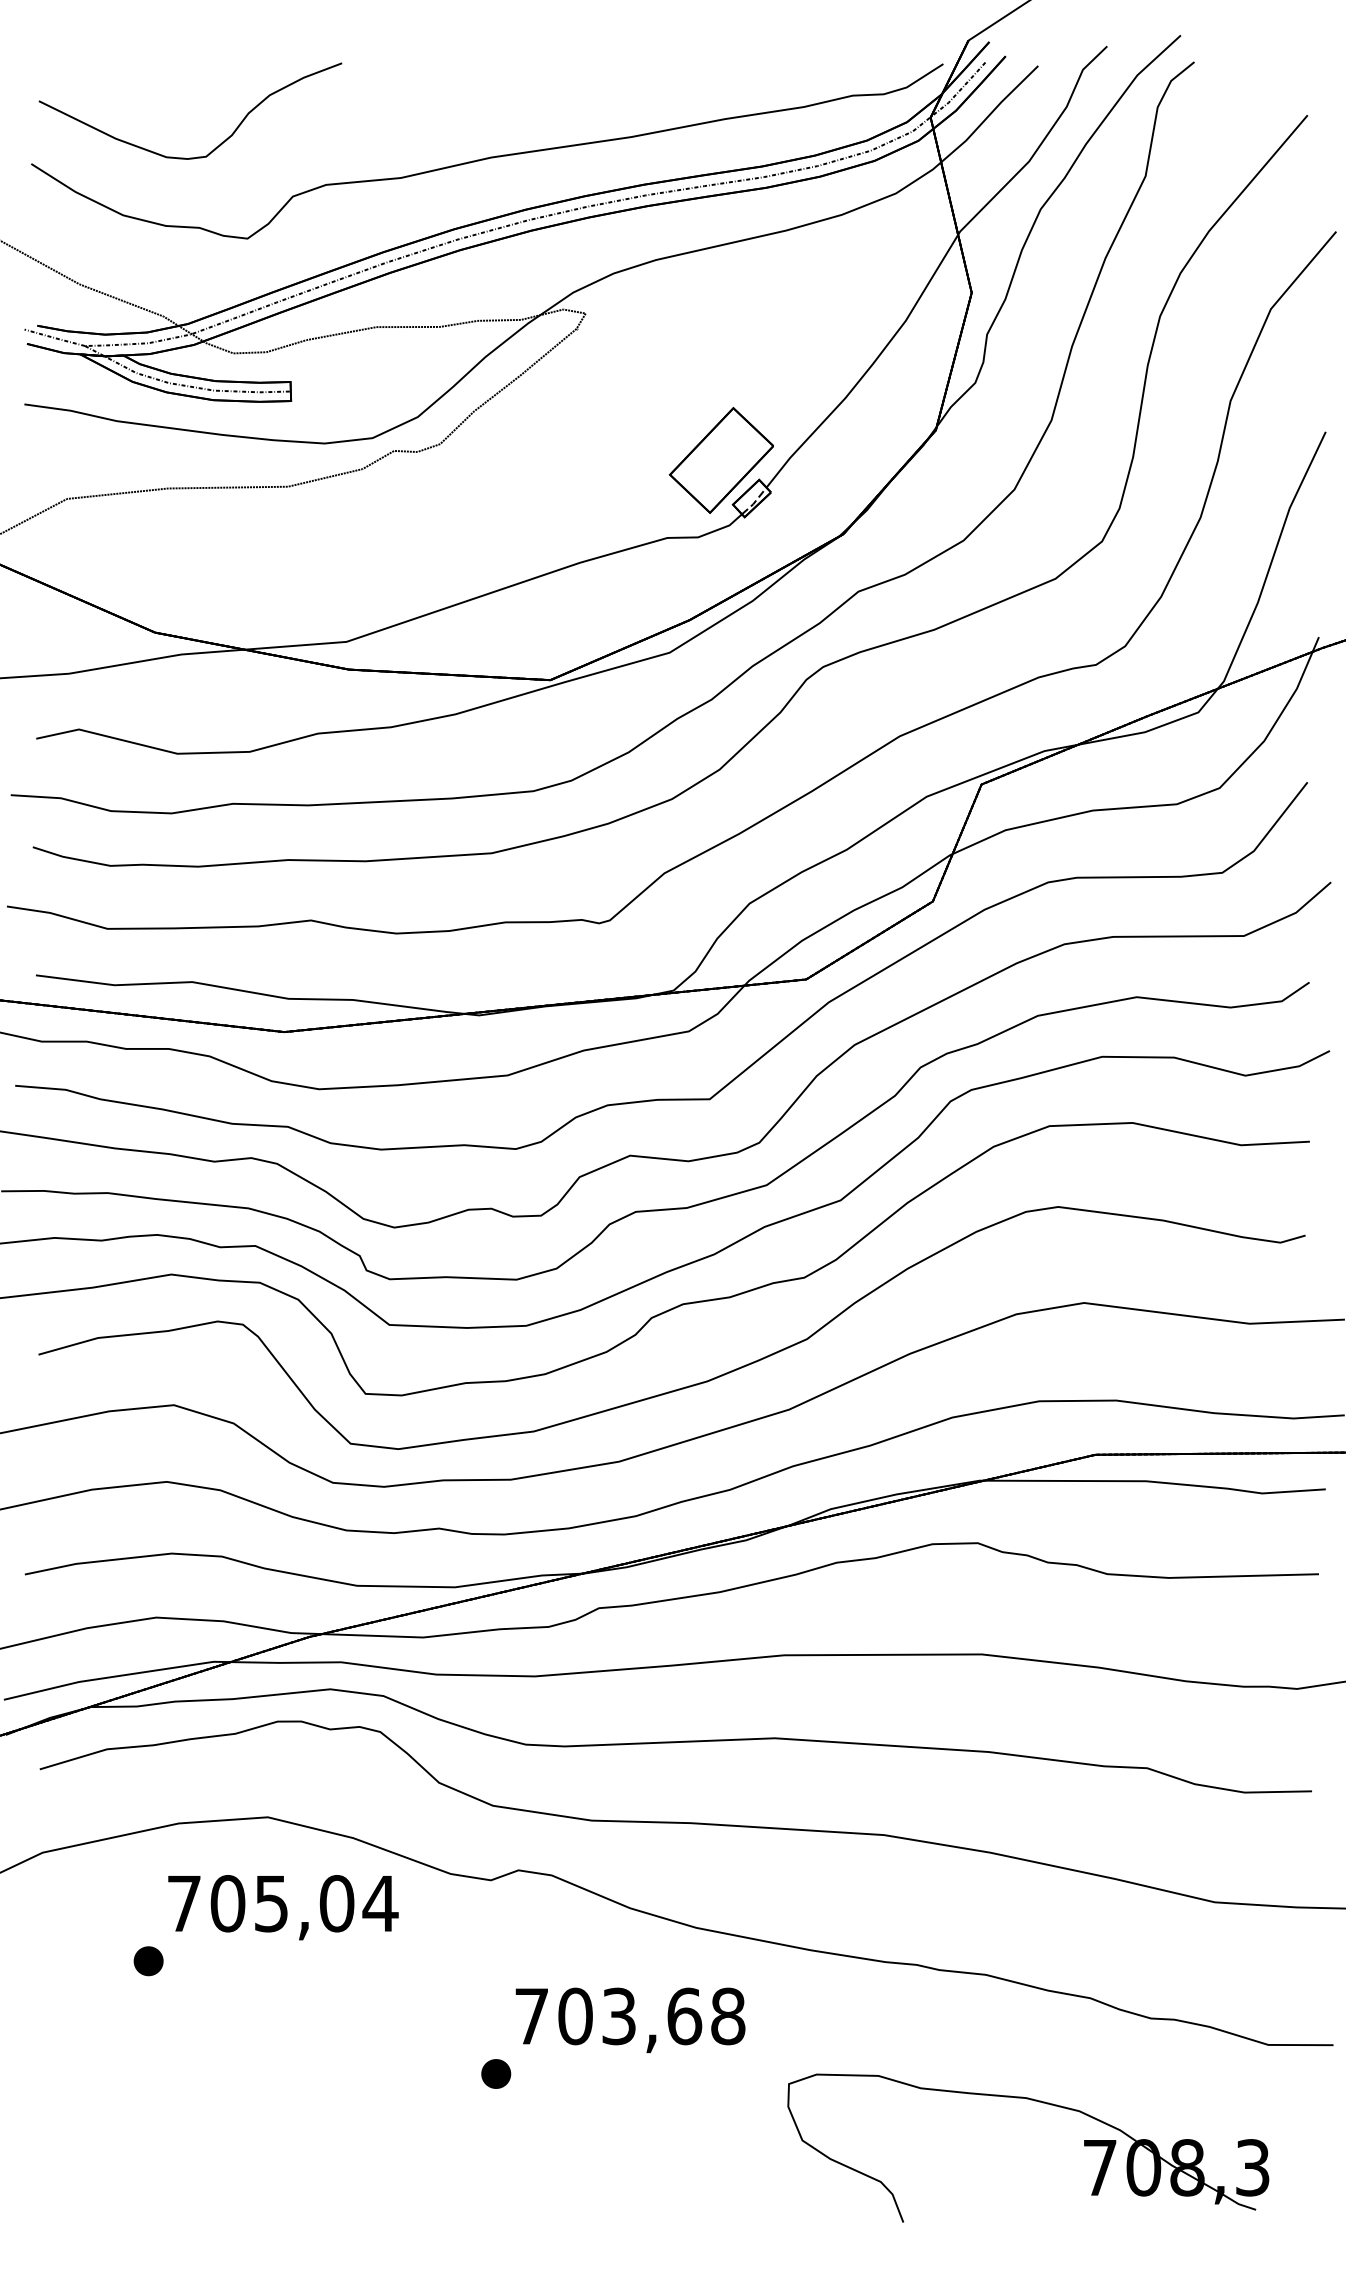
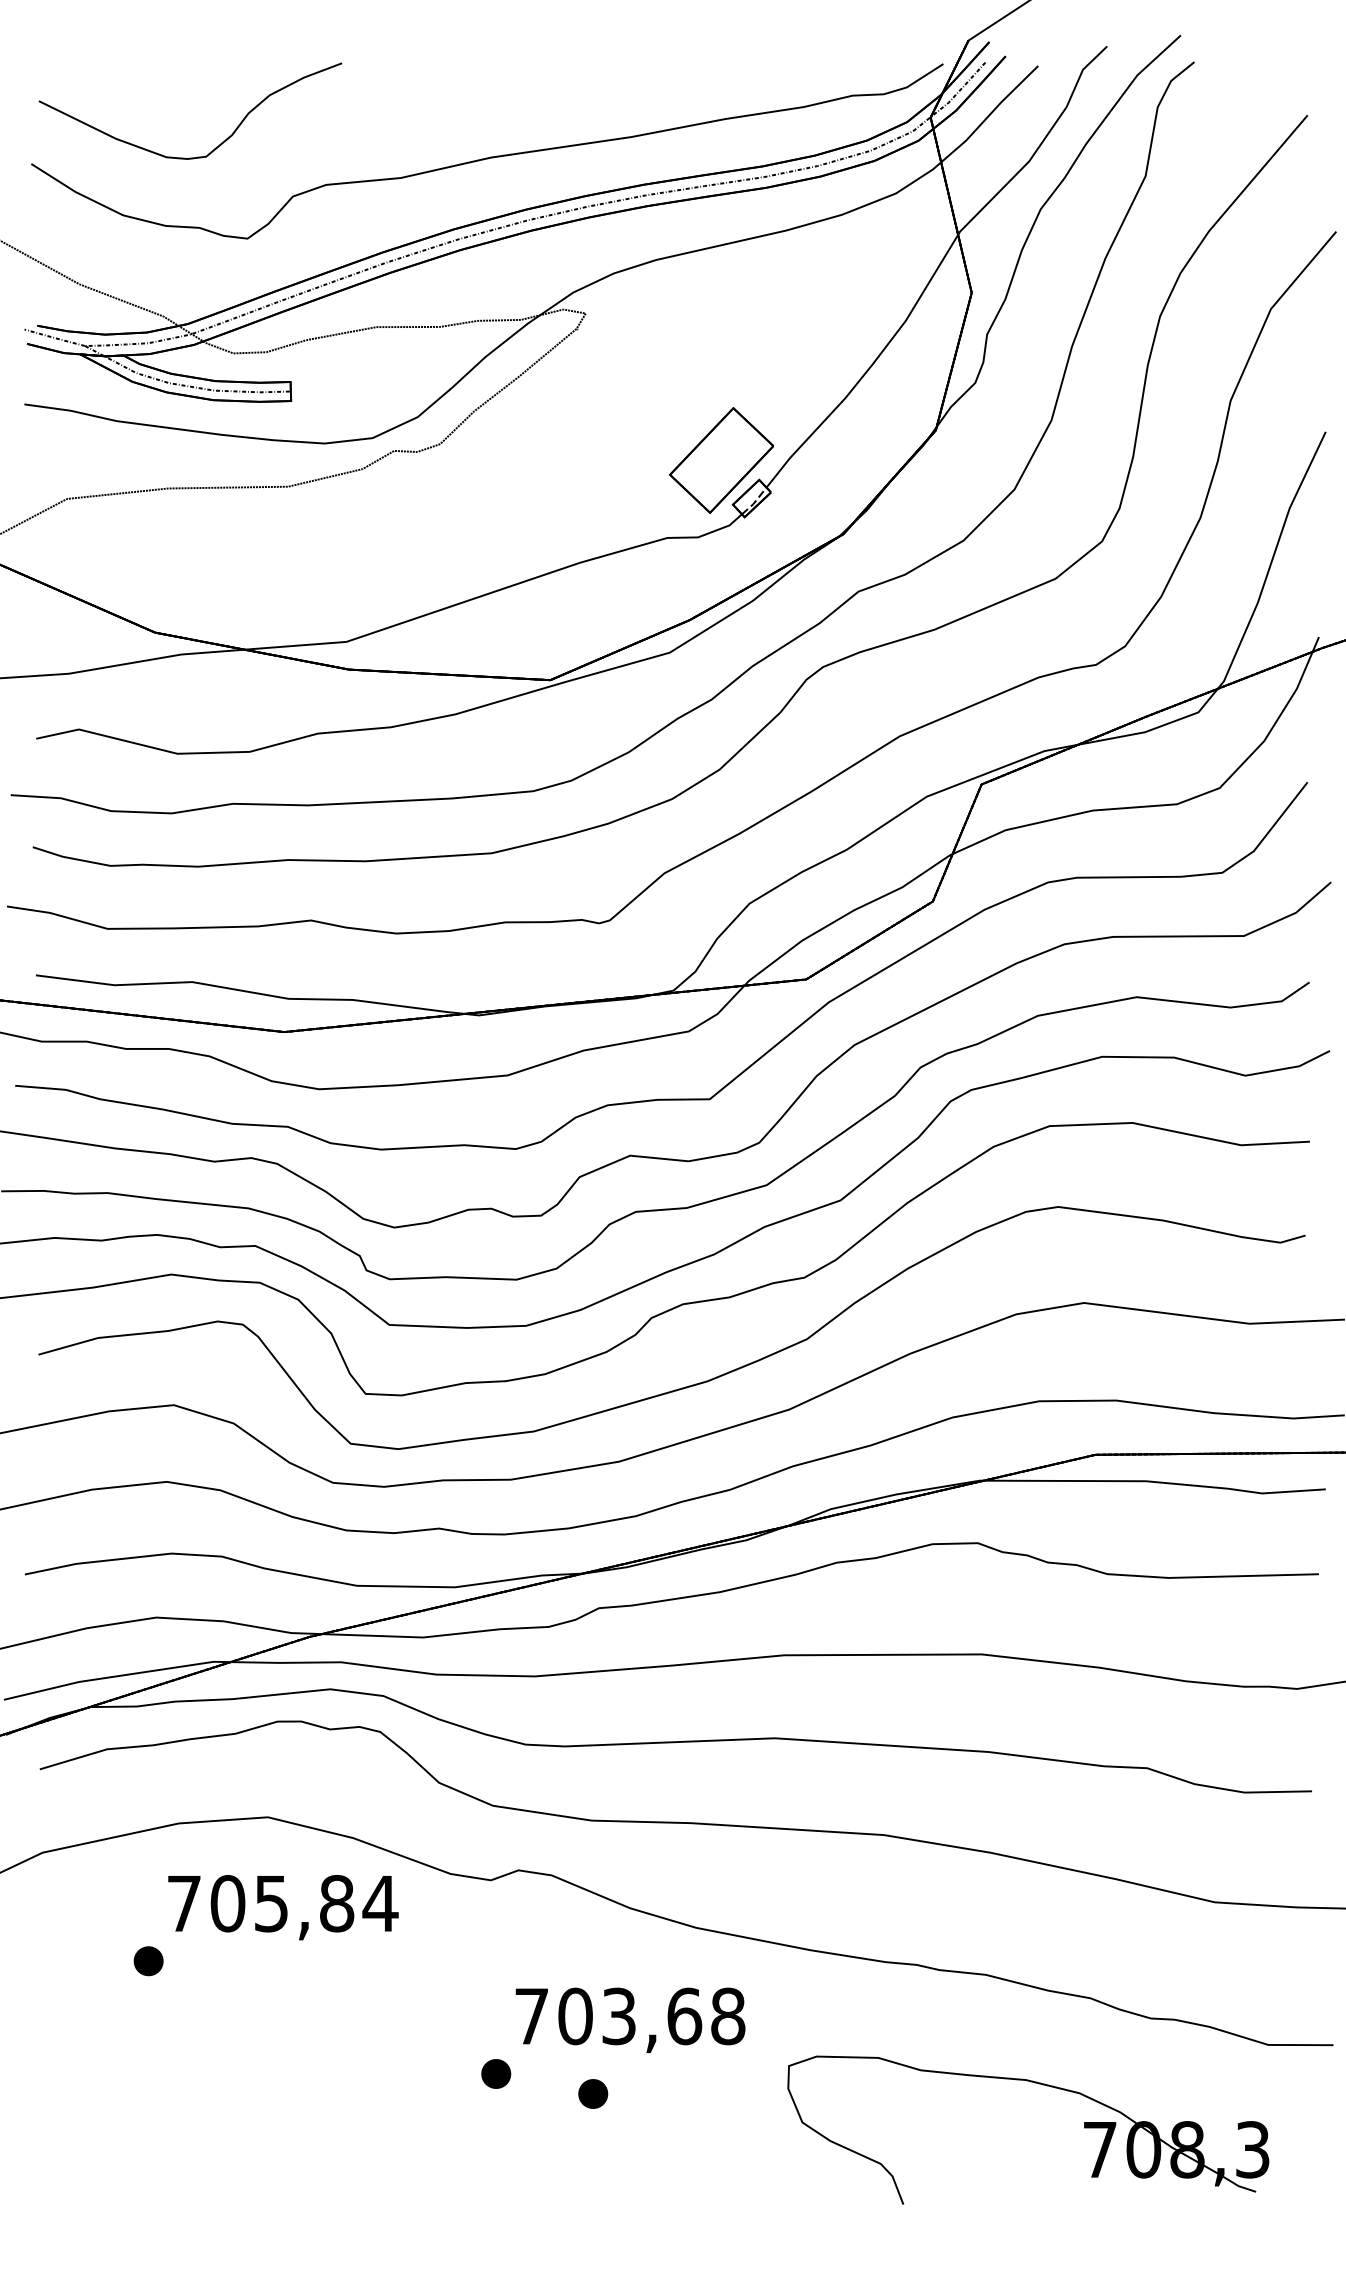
text at (336, 1903): 705,04 -> 705,84
part at (593, 2093): none -> present
part at (1038, 2102) position: (1038, 2102) -> (1038, 2084)
